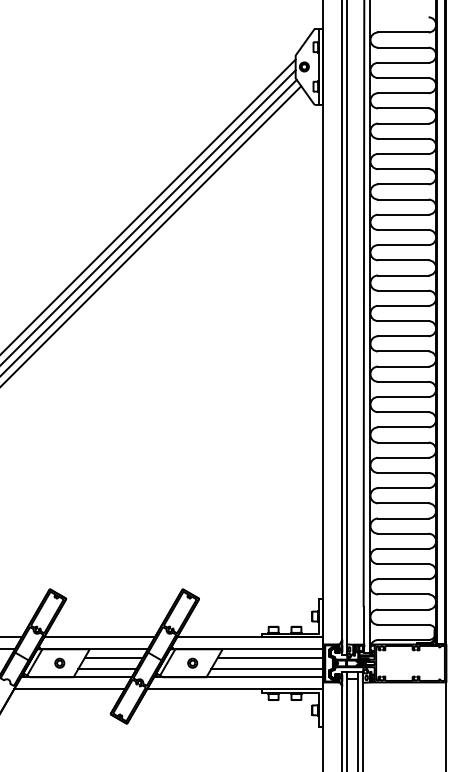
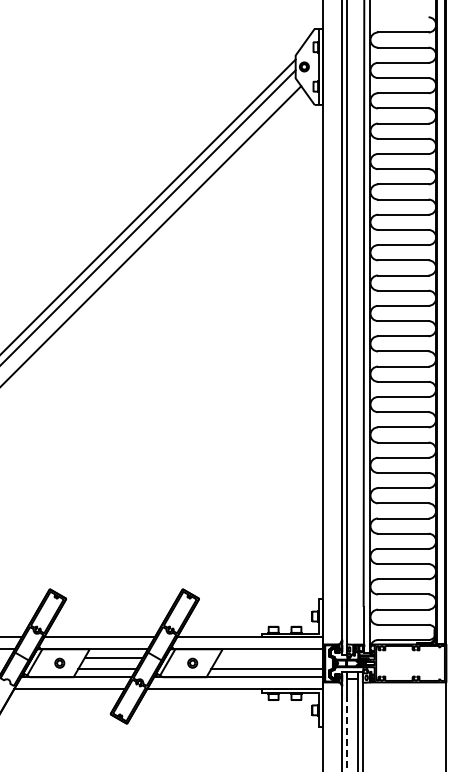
line at (149, 226): present -> none
line at (270, 657): present -> none
line at (346, 733): solid -> dashed
